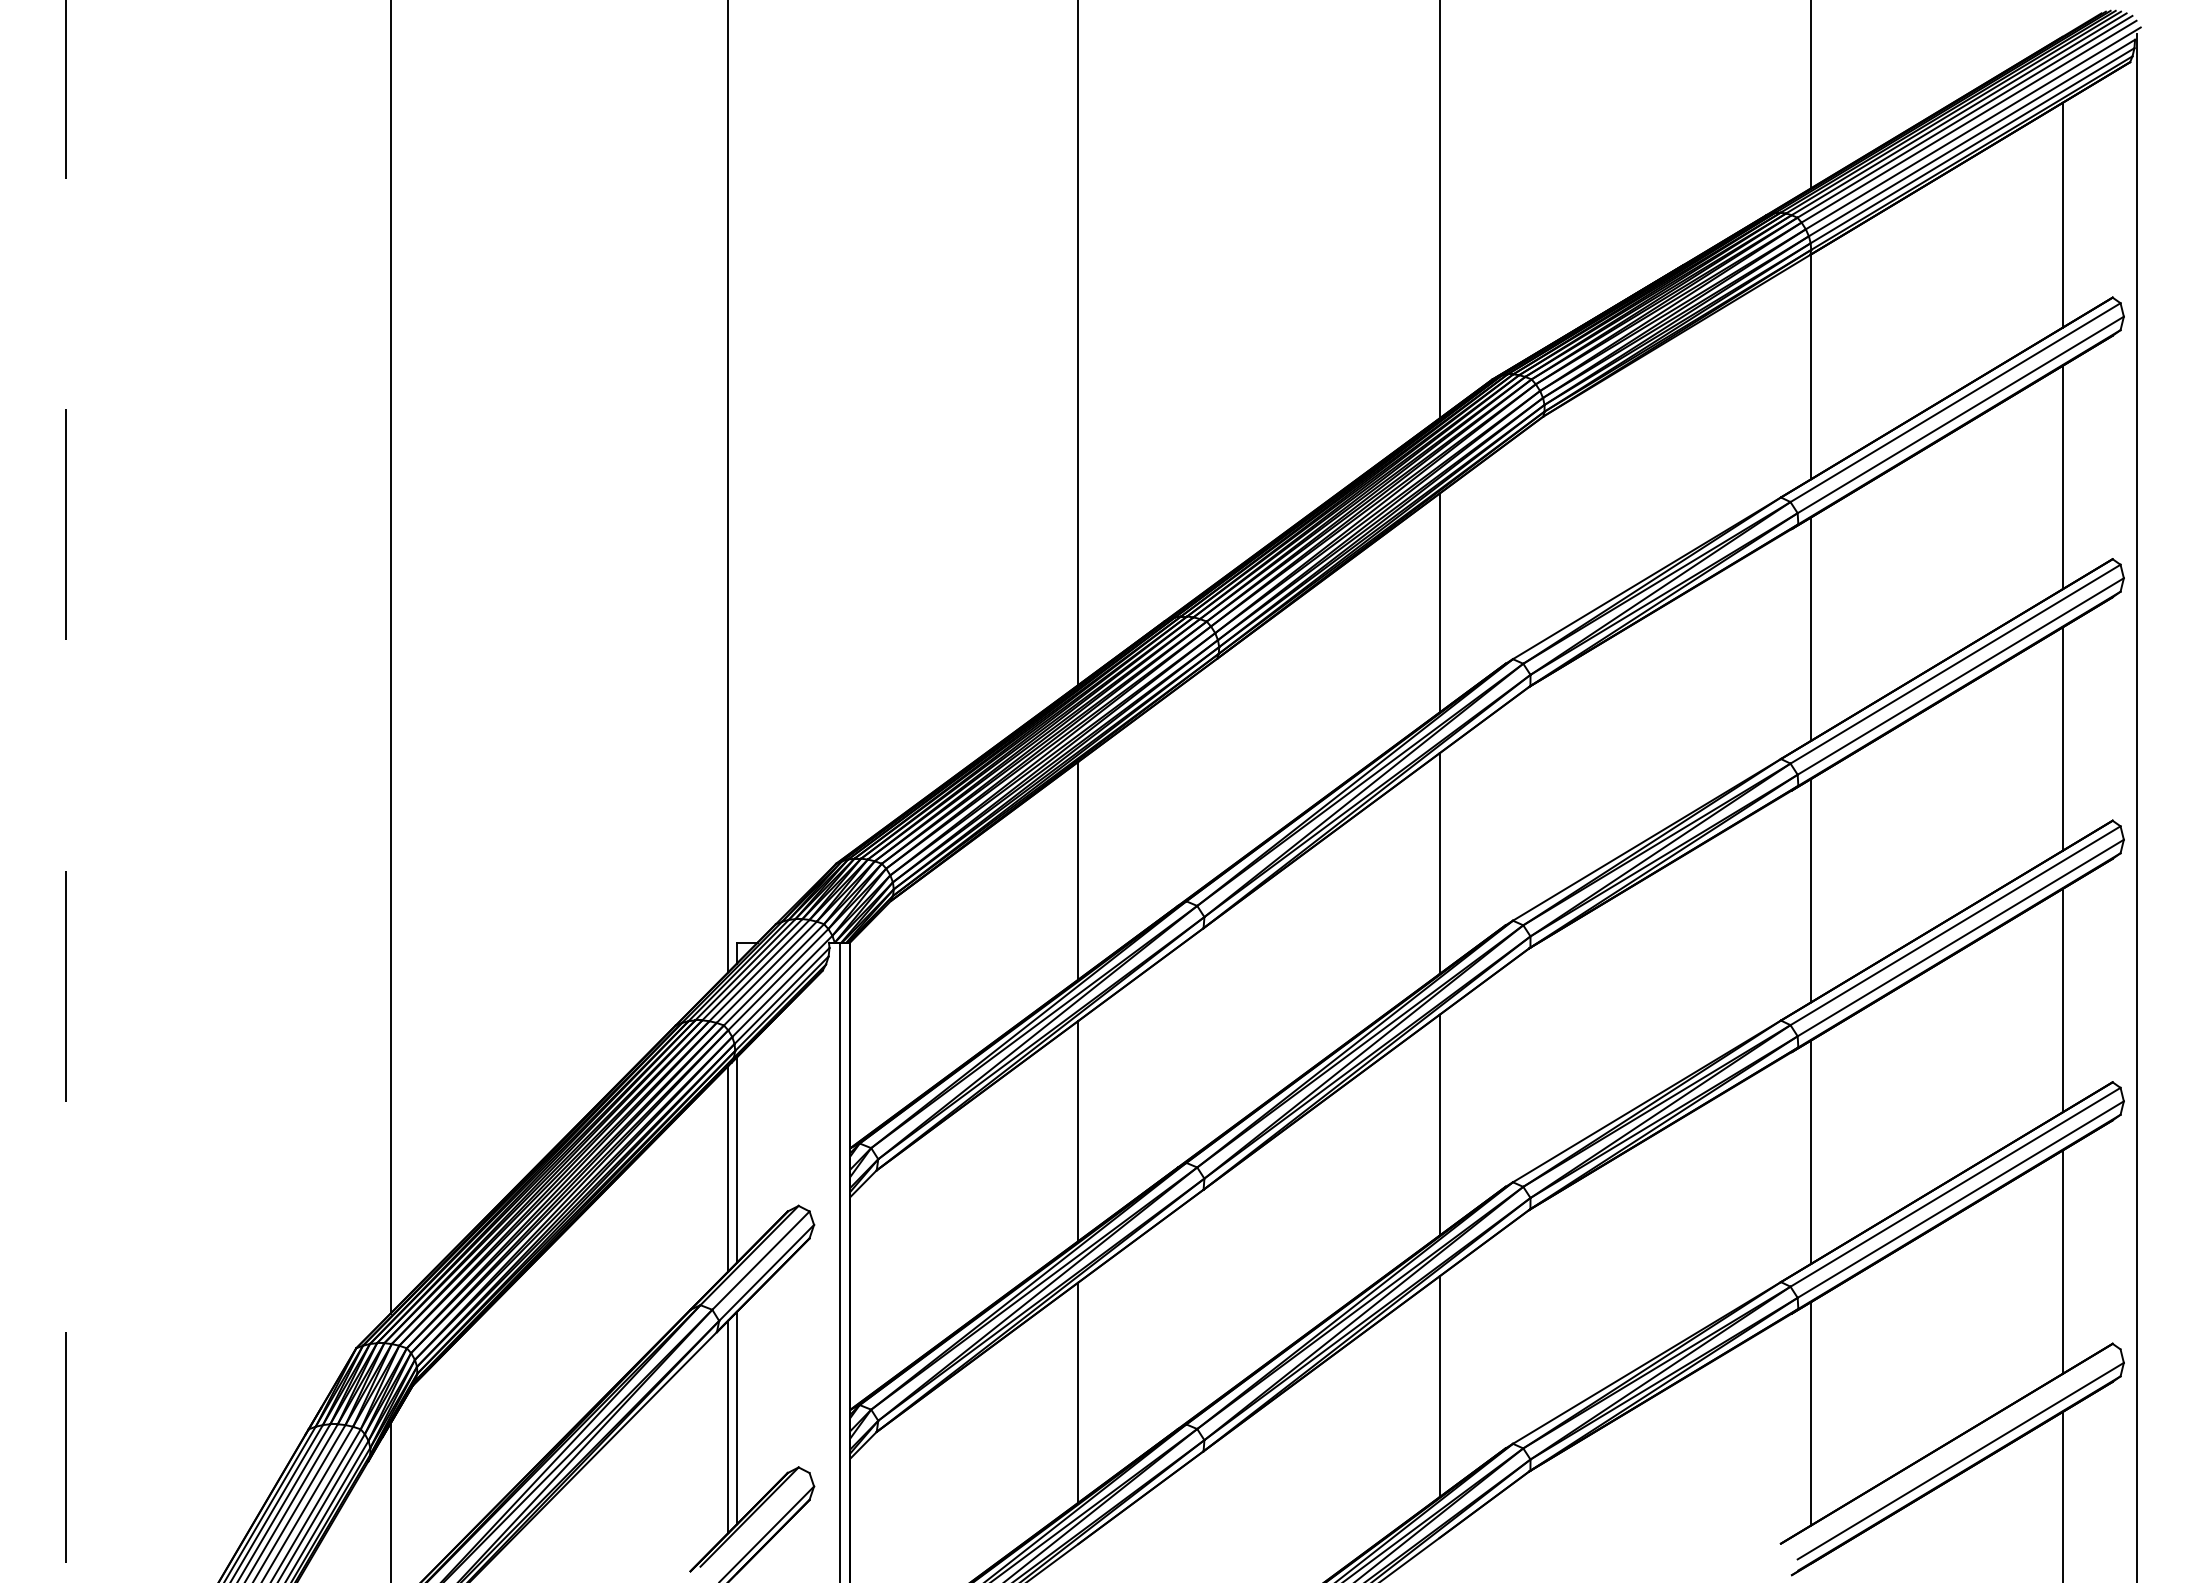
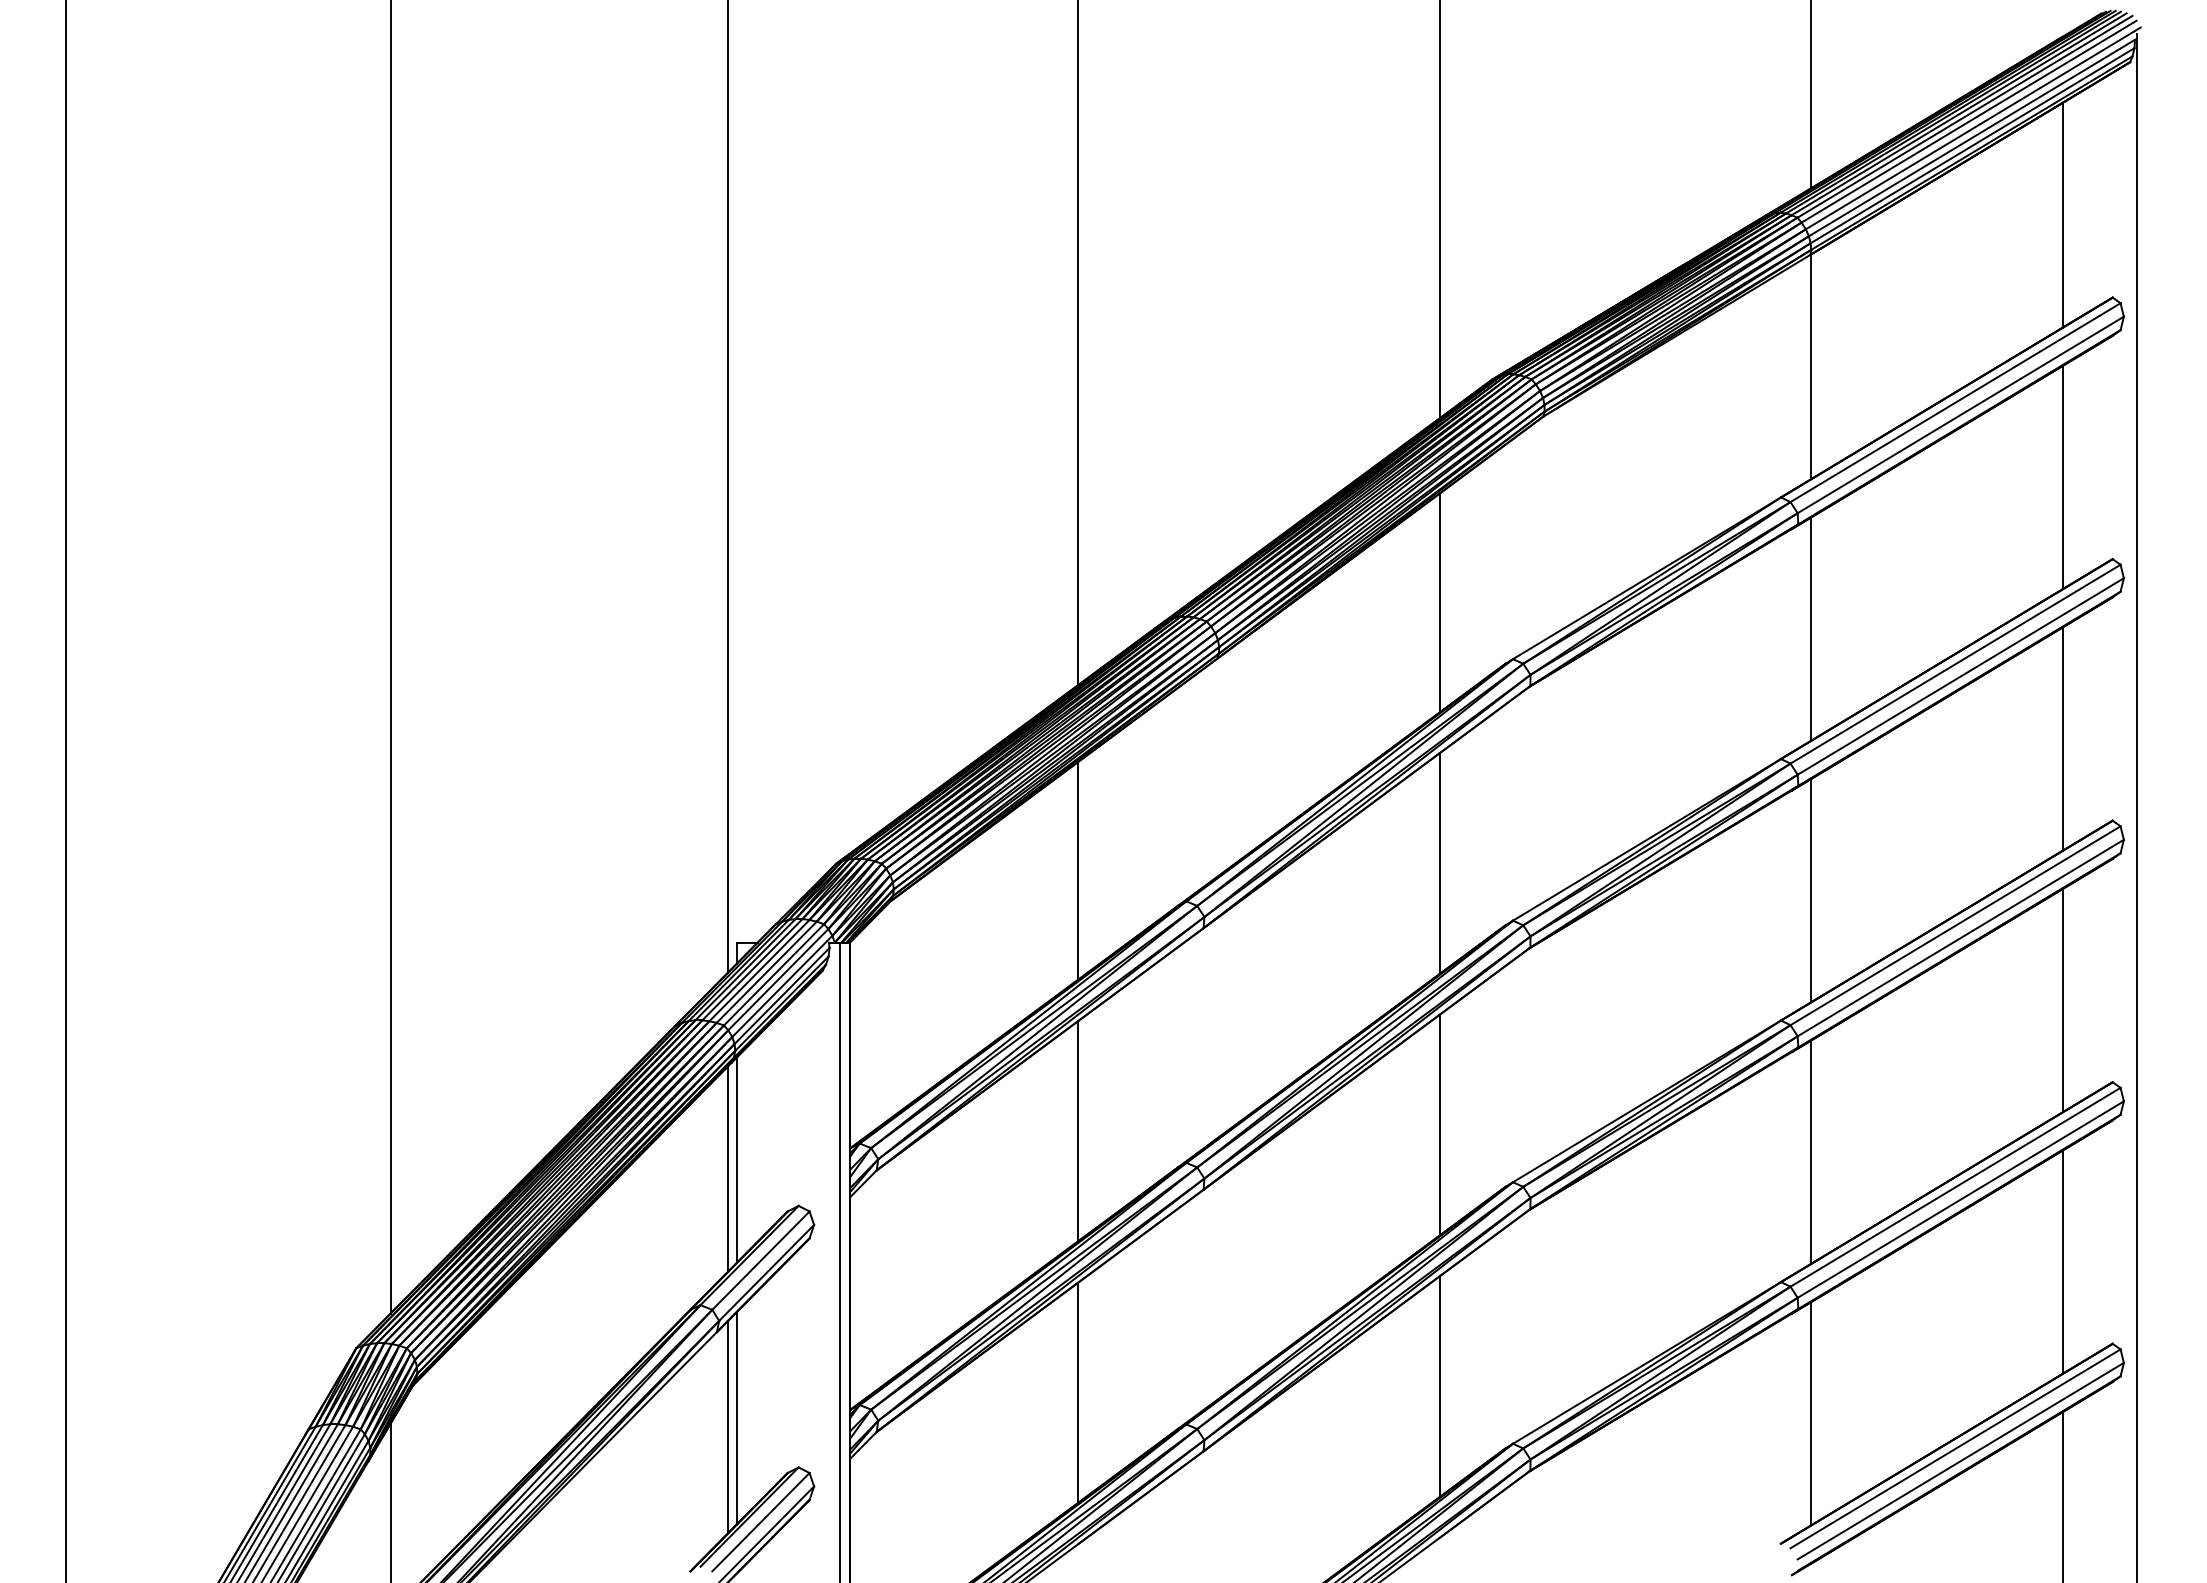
line at (66, 791): dashed -> solid
line at (1955, 1448): none -> present
line at (760, 1522): none -> present
